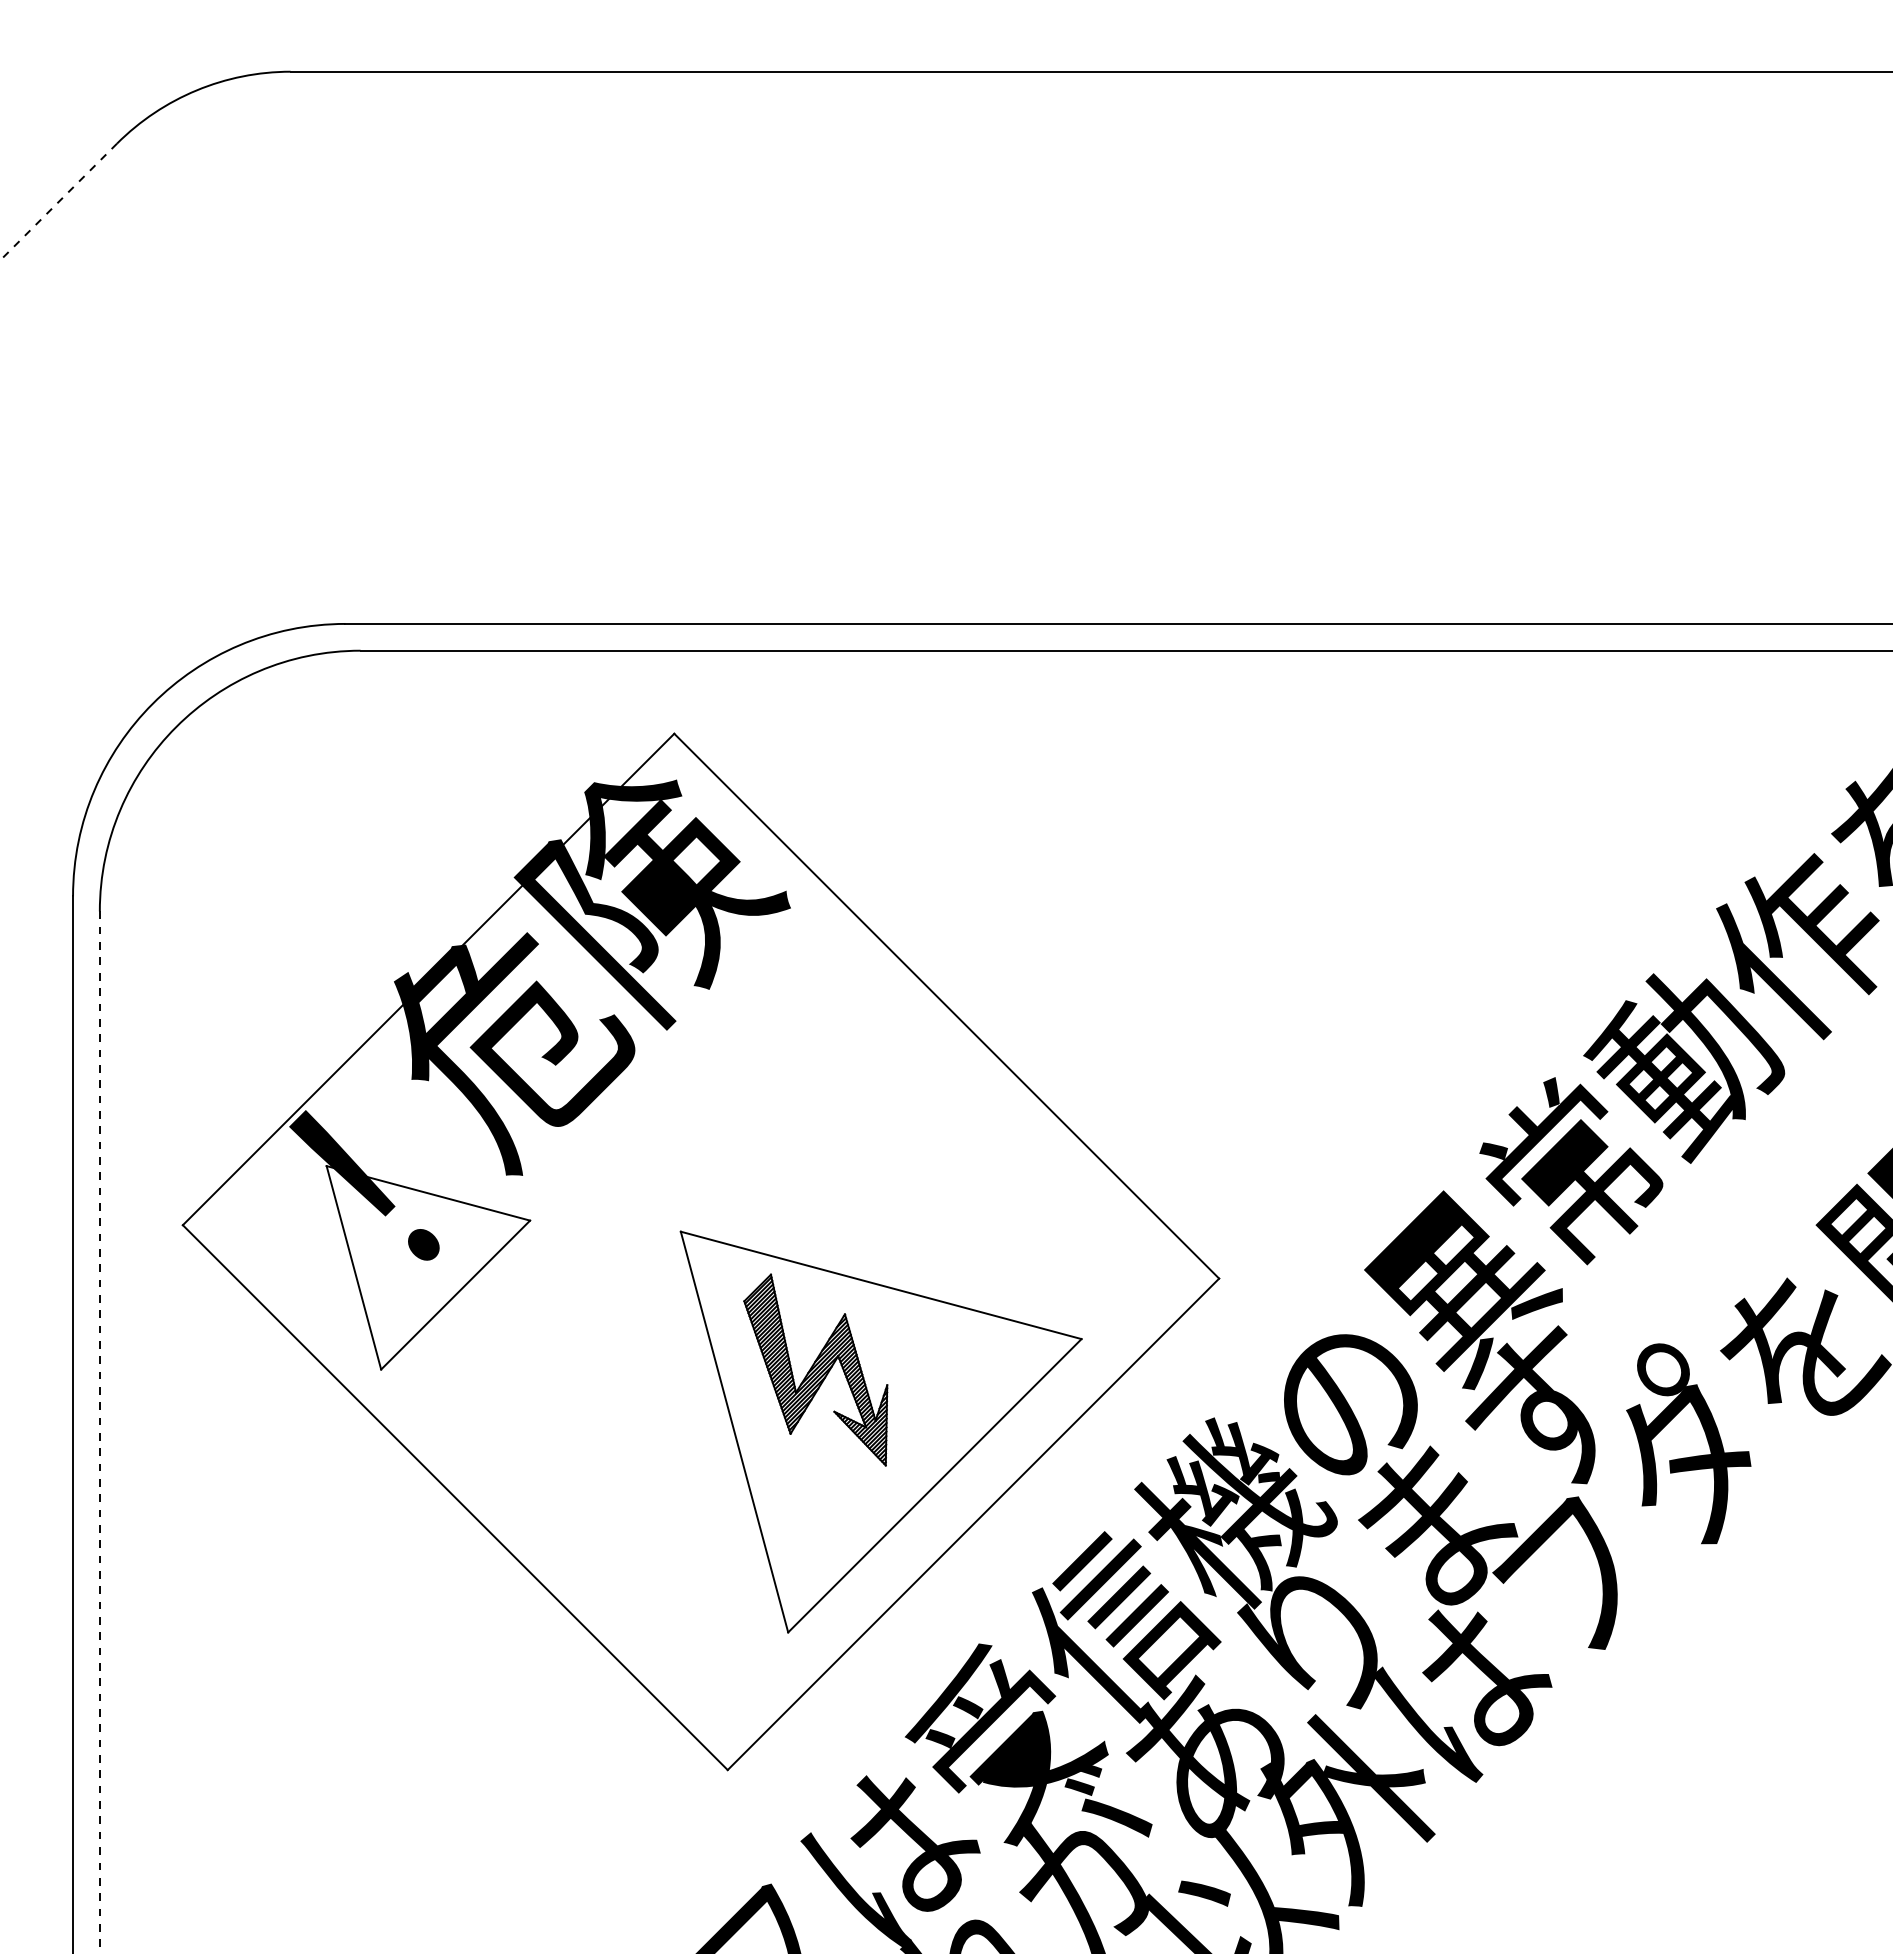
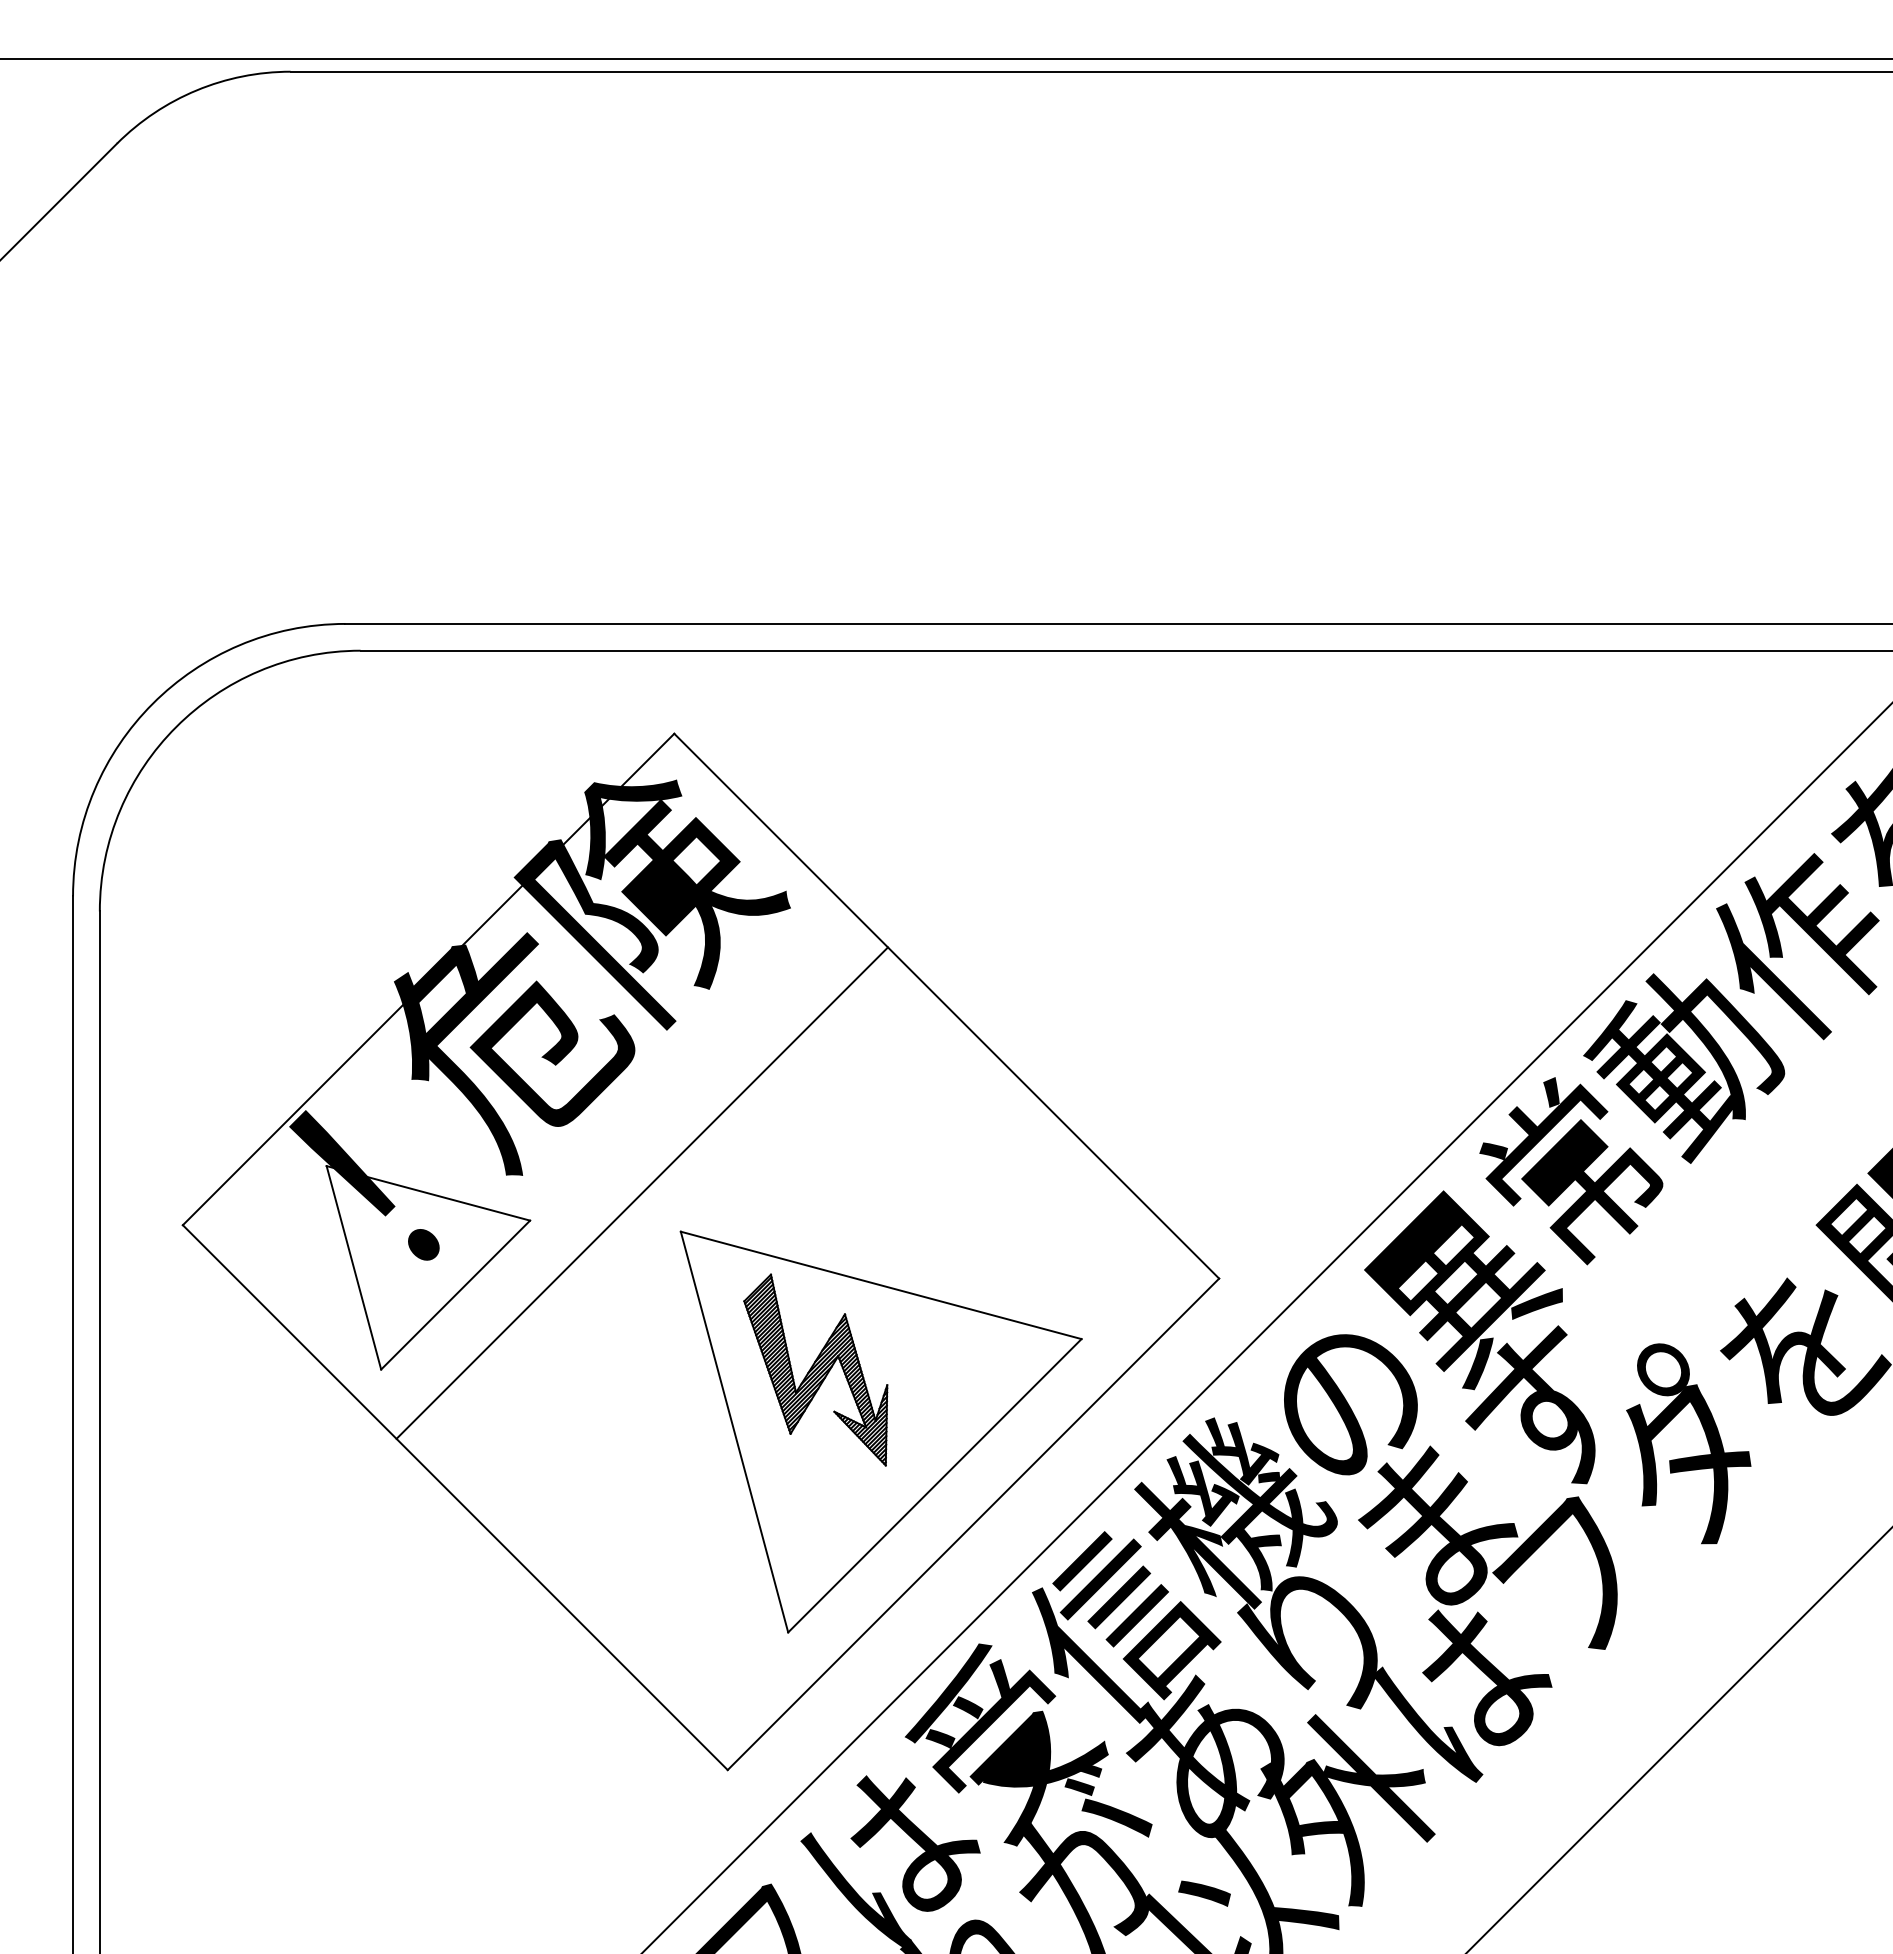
line at (945, 58): none -> present
line at (58, 202): dashed -> solid
line at (641, 1192): none -> present
line at (1266, 1327): none -> present
line at (99, 1432): dashed -> solid
line at (1679, 1739): none -> present
